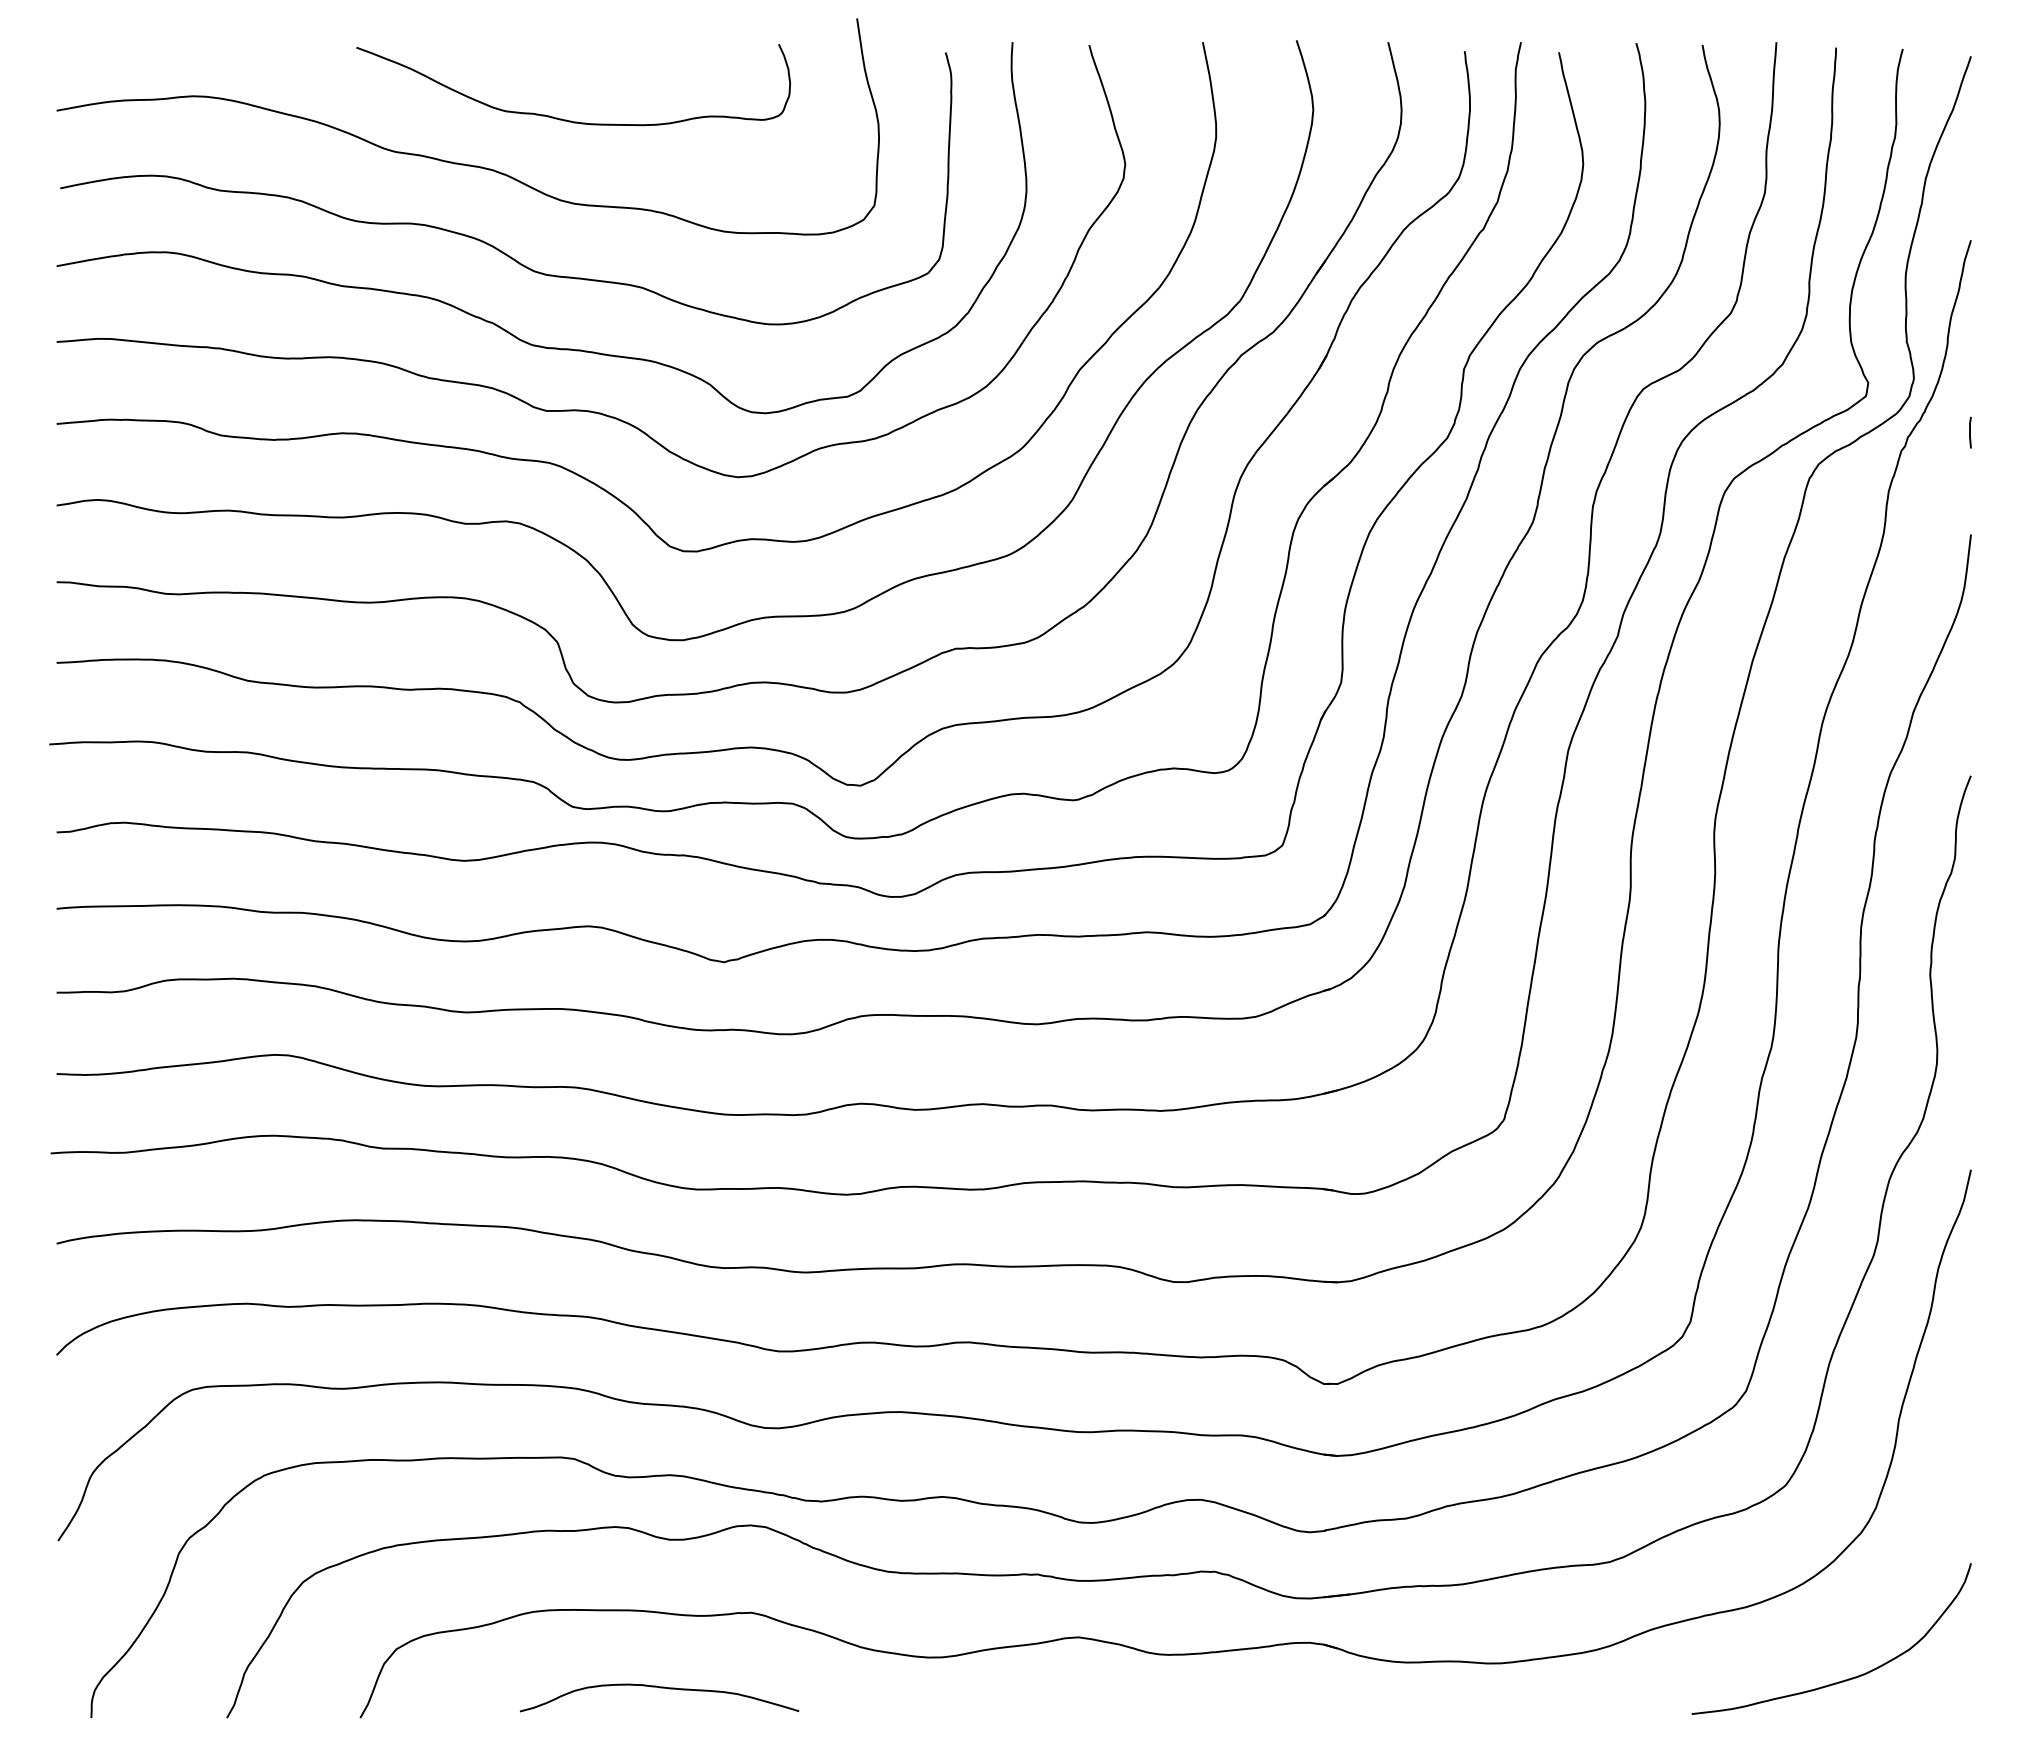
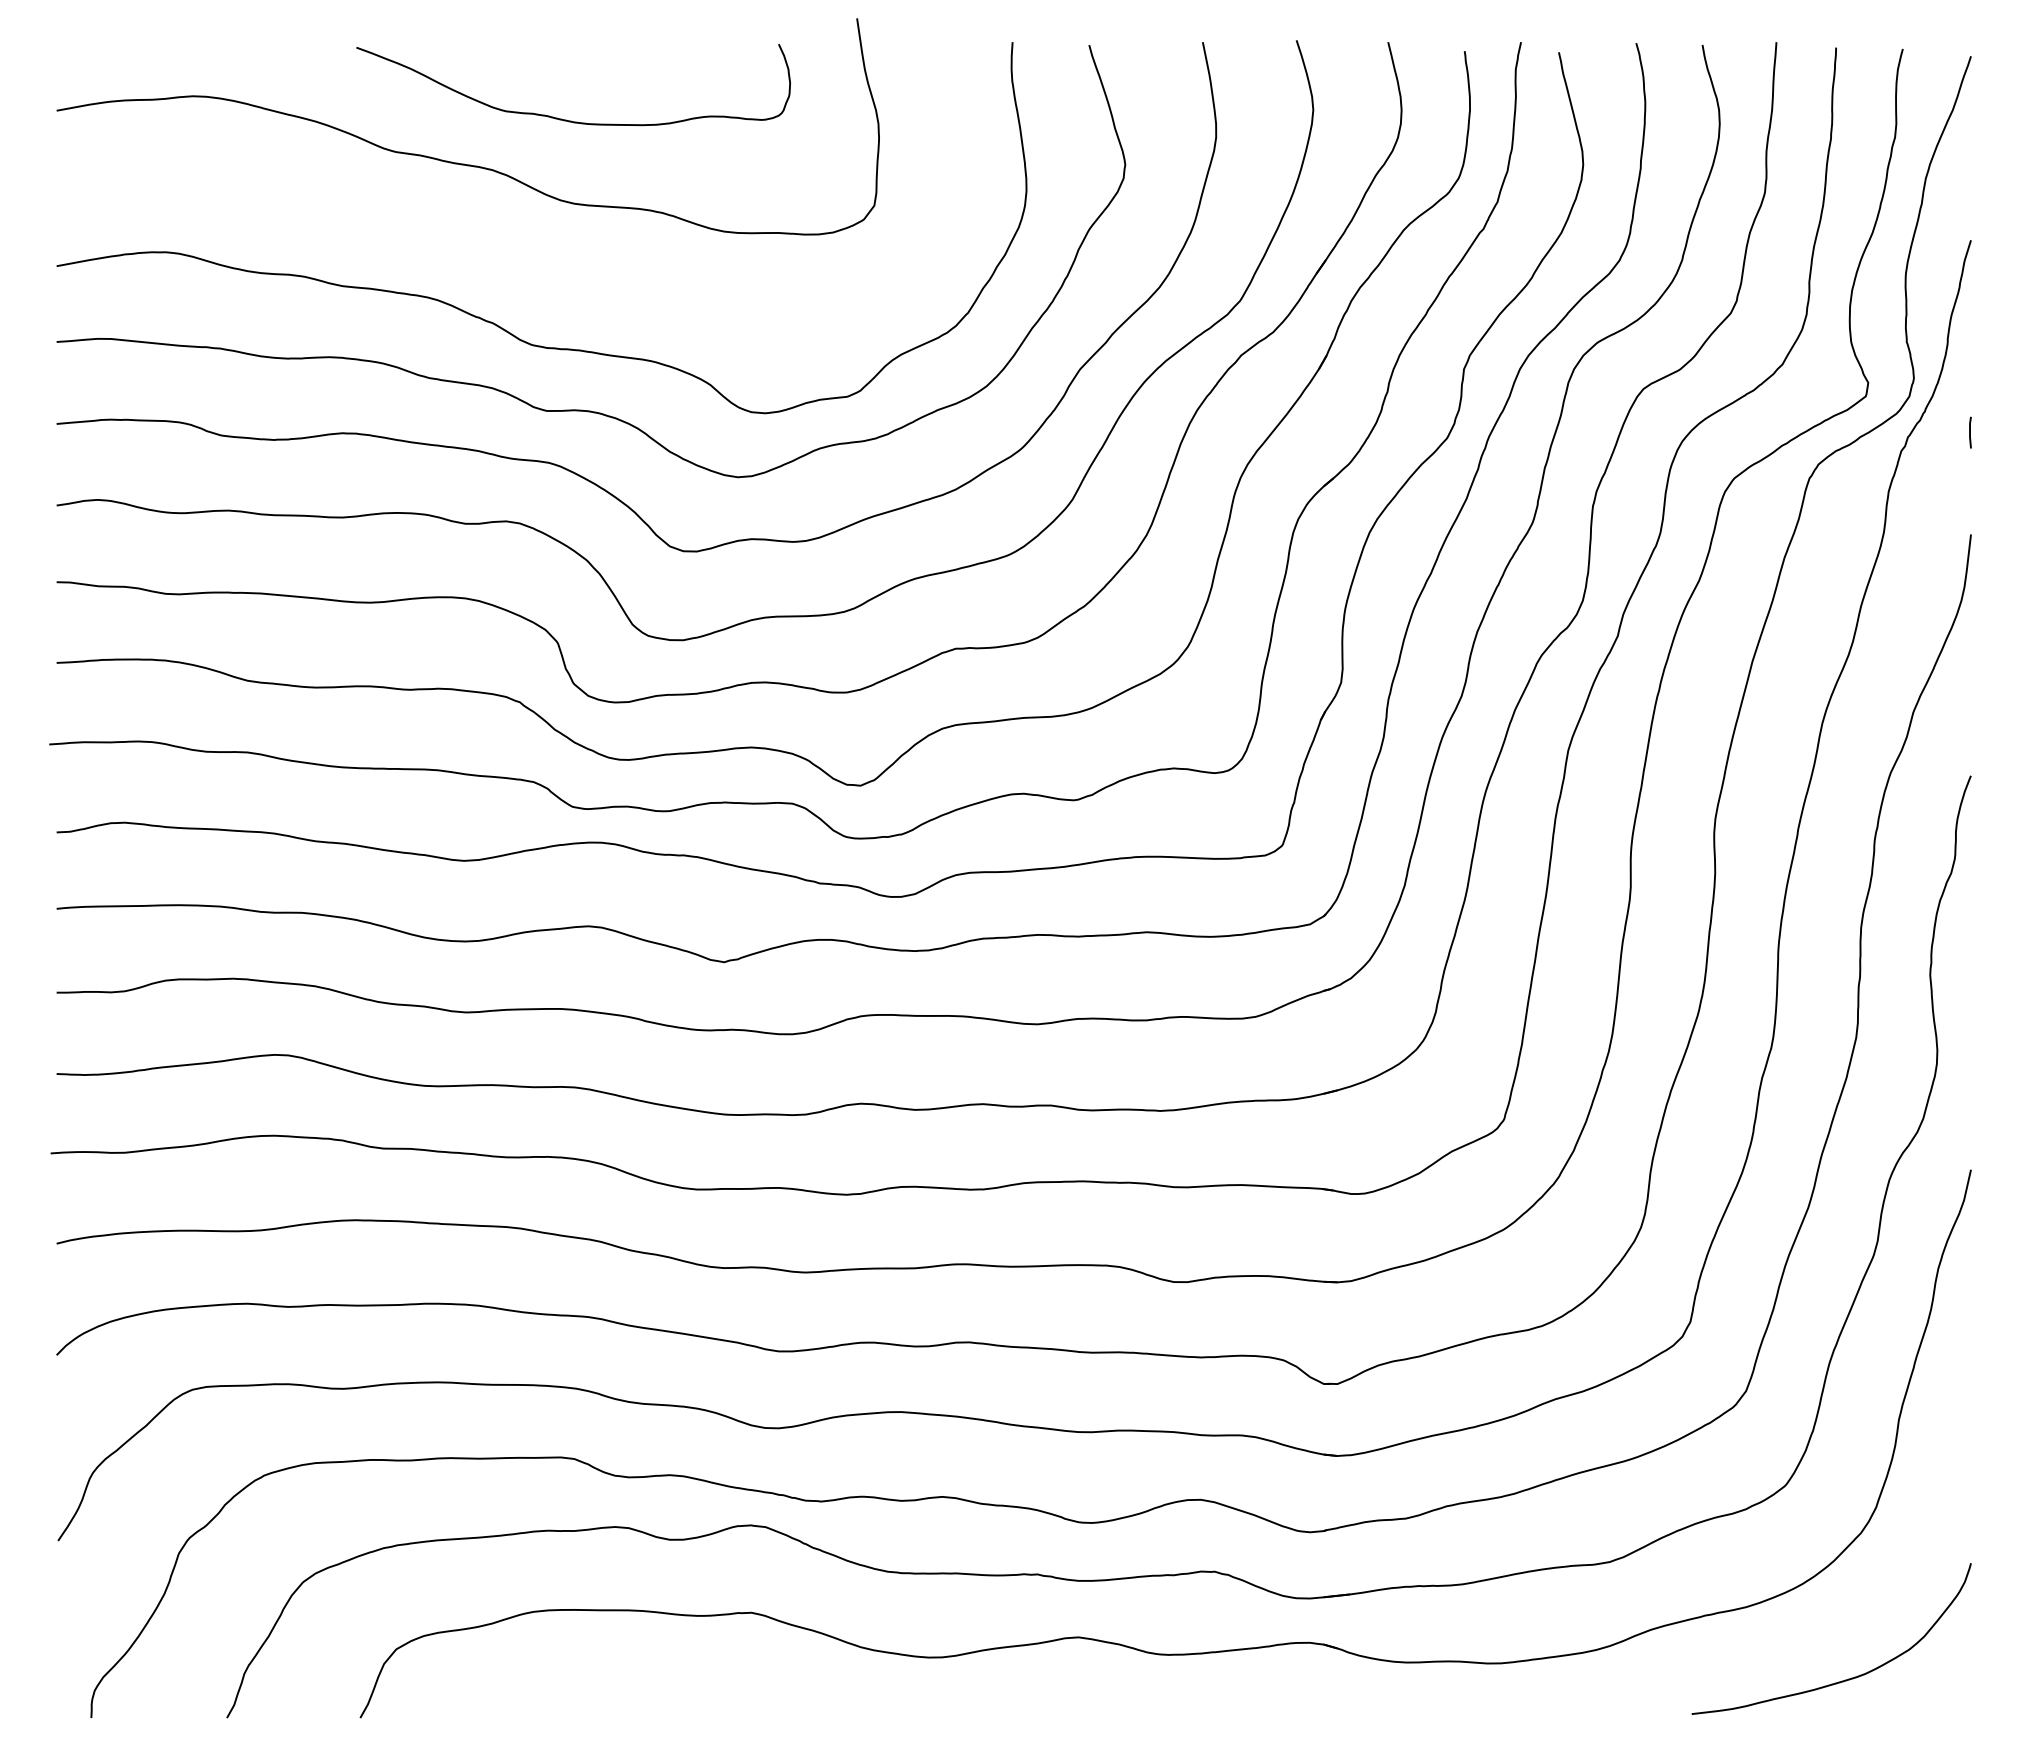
curve at (483, 240): present -> none
curve at (659, 1688): present -> none
